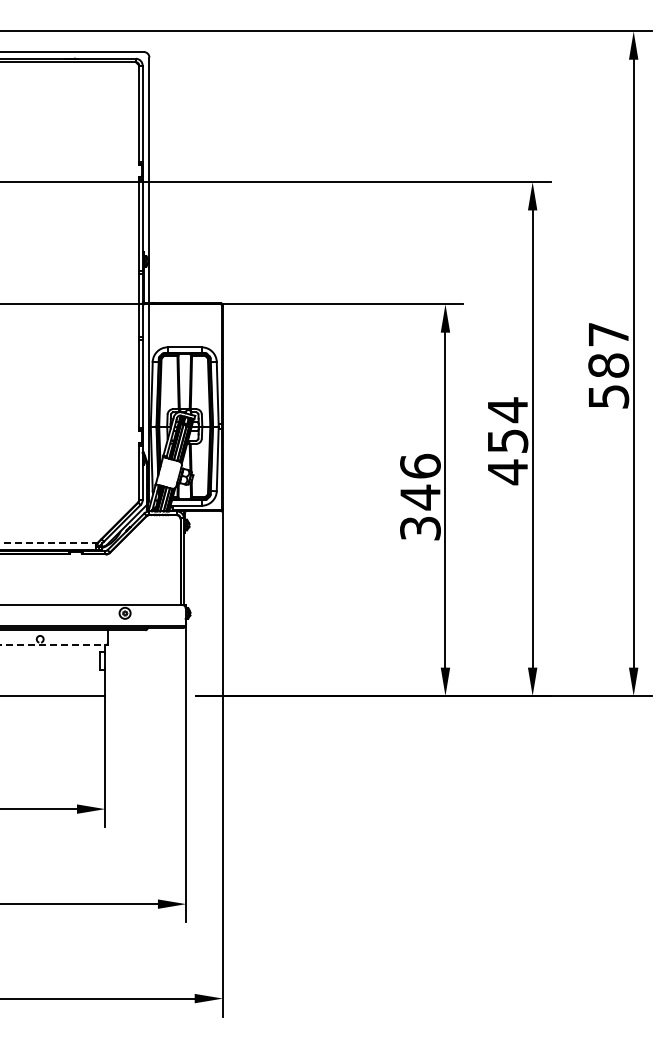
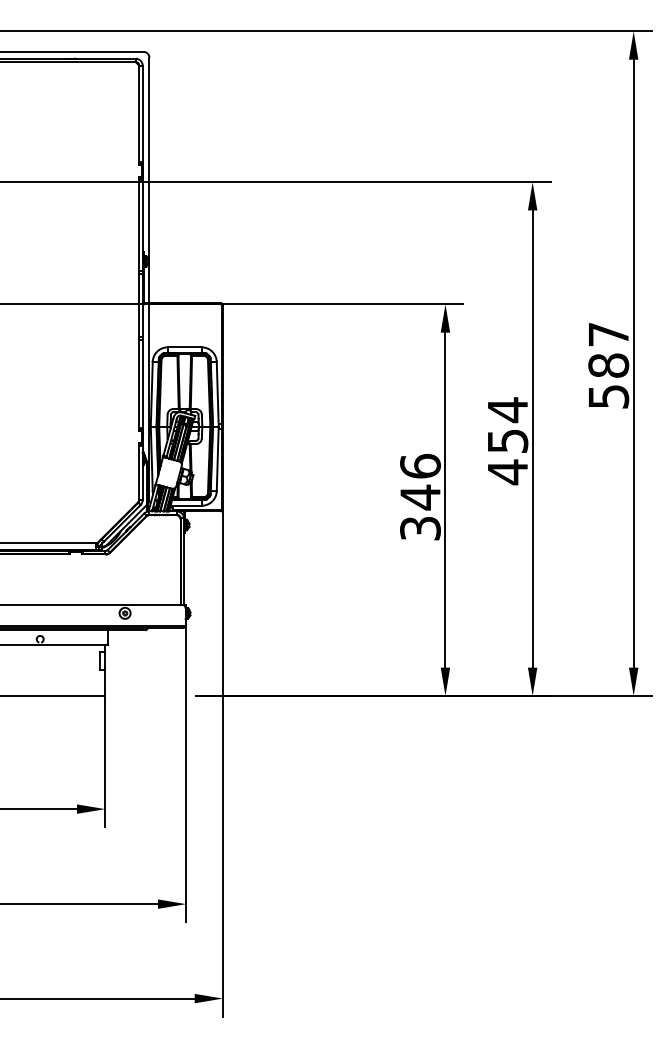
line at (48, 543): dashed -> solid
line at (53, 645): dashed -> solid
